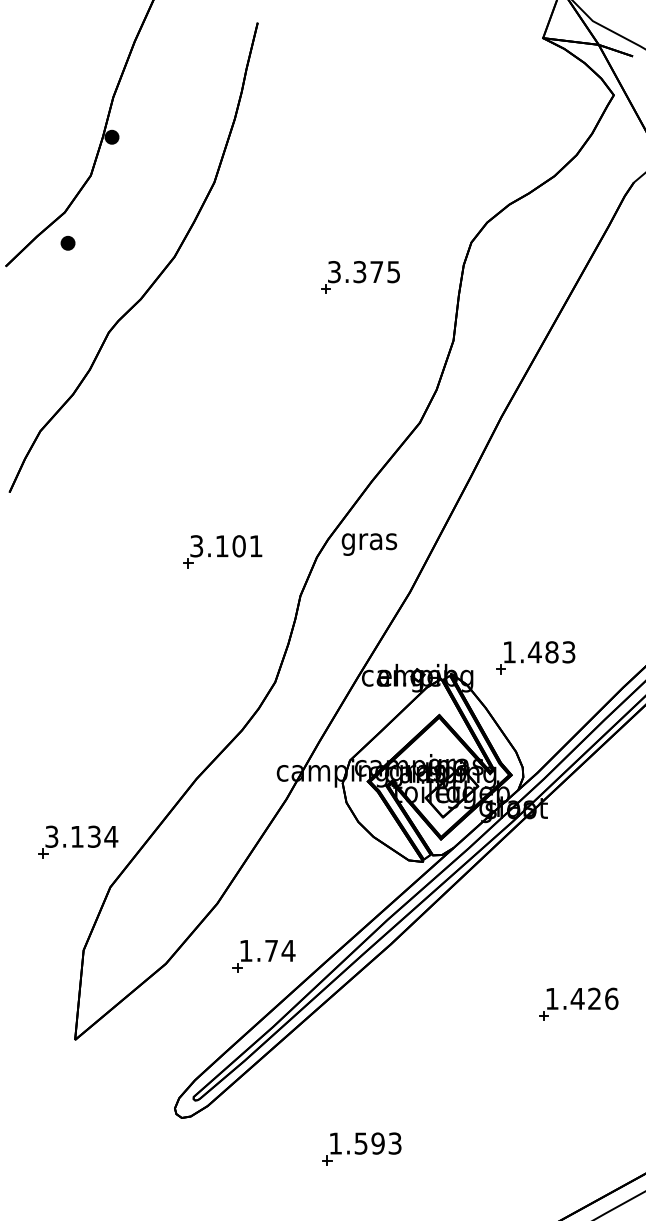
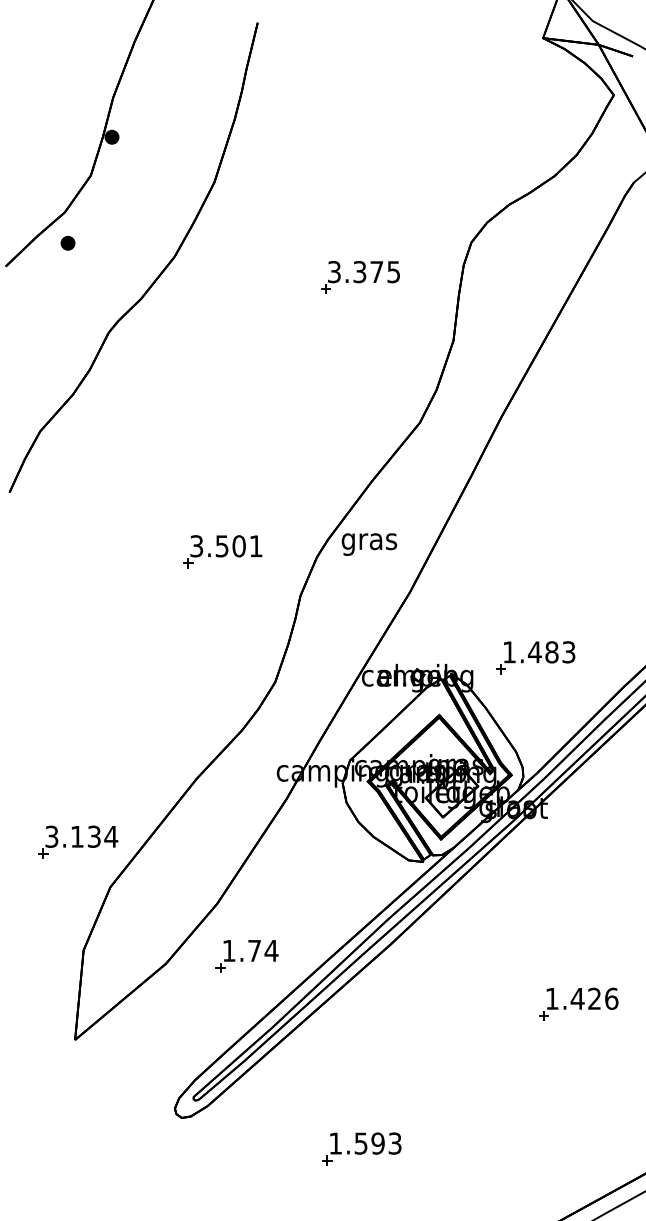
text at (221, 546): 3.101 -> 3.501
part at (263, 956) position: (263, 956) -> (246, 956)
